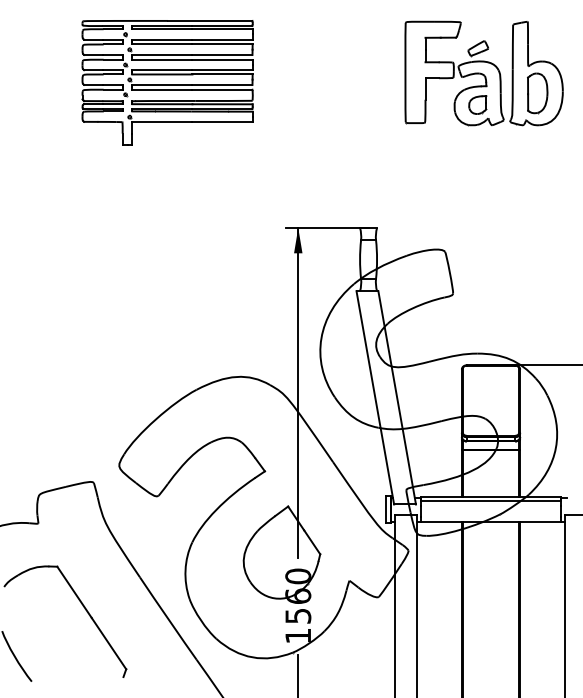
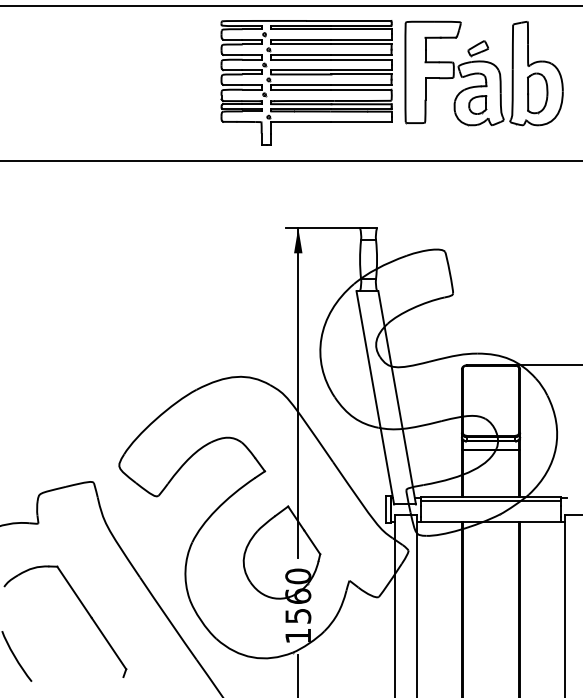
line at (290, 5): none -> present
part at (167, 82) position: (167, 82) -> (306, 82)
line at (290, 160): none -> present
